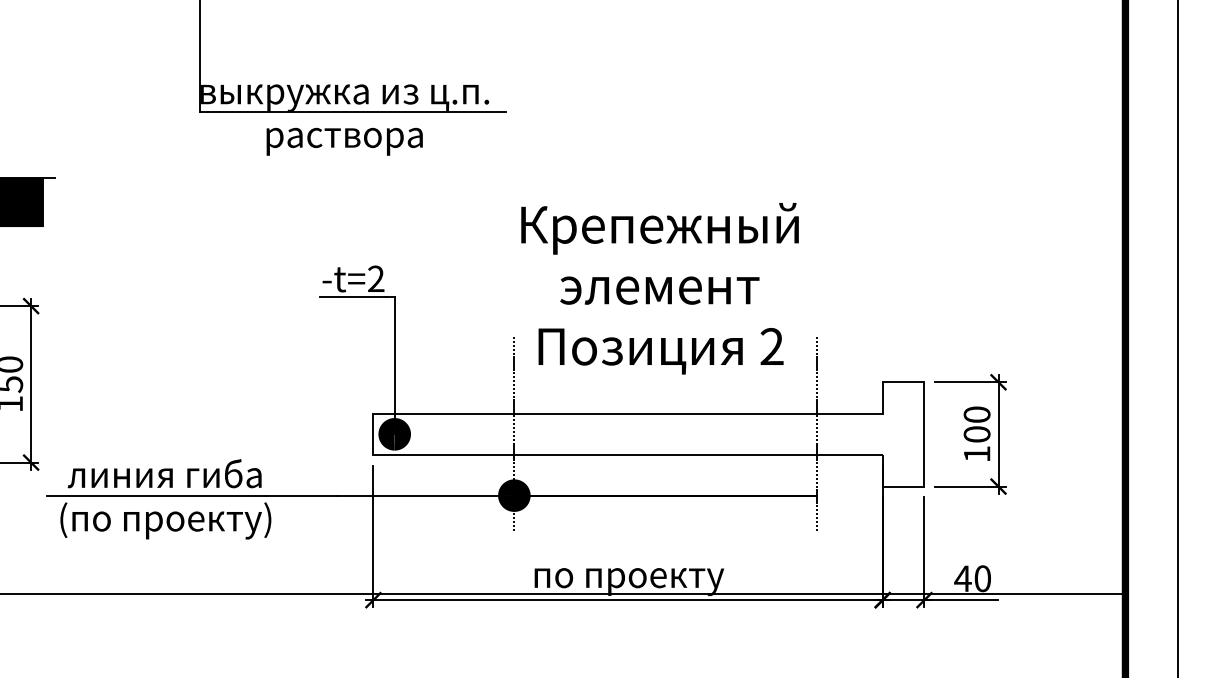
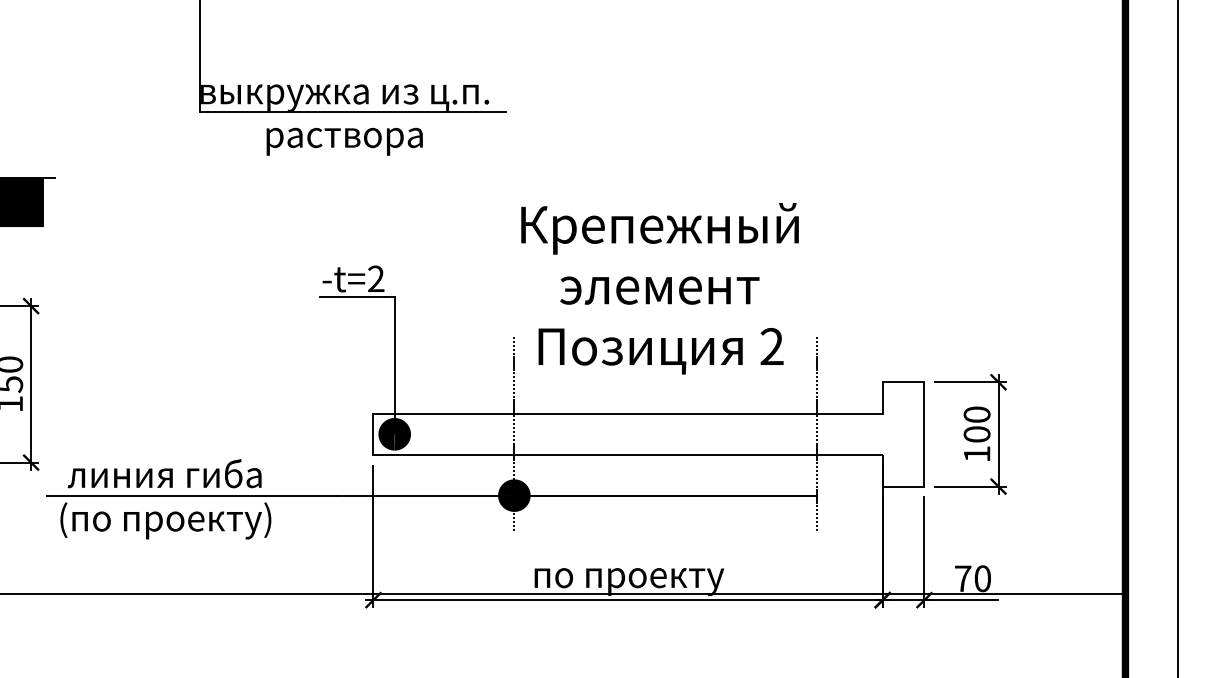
text at (962, 578): 40 -> 70
